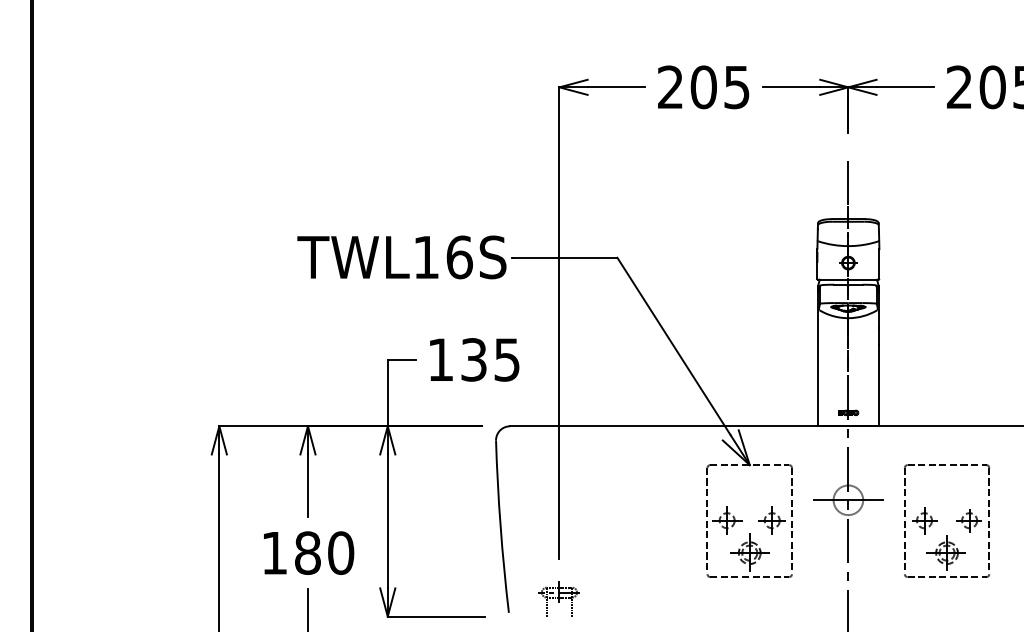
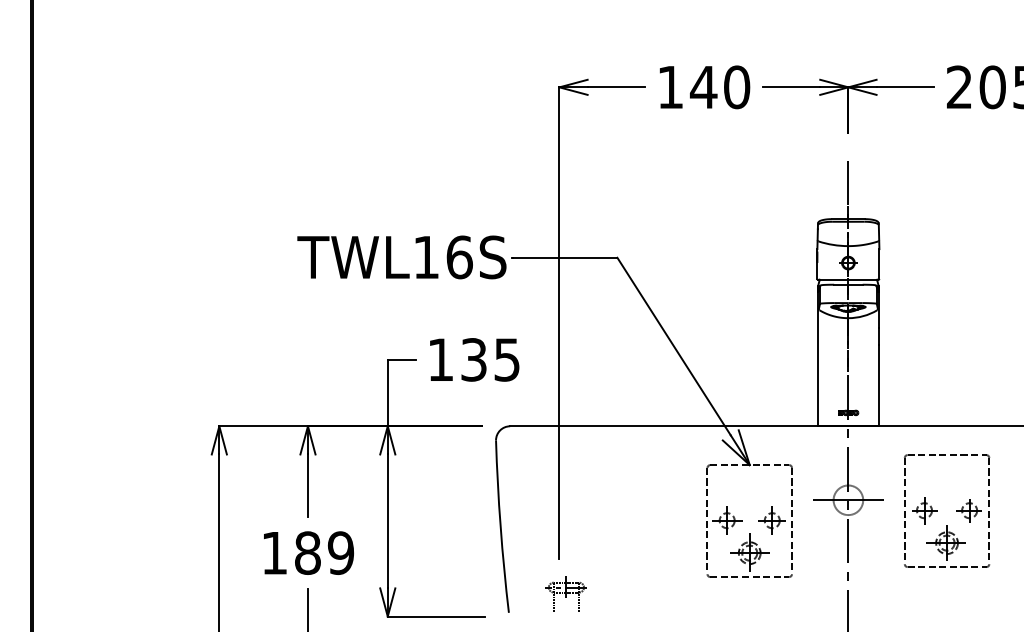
text at (704, 87): 205 -> 140
part at (956, 520) position: (956, 520) -> (956, 510)
text at (340, 552): 180 -> 189
part at (558, 598) position: (558, 598) -> (565, 593)
